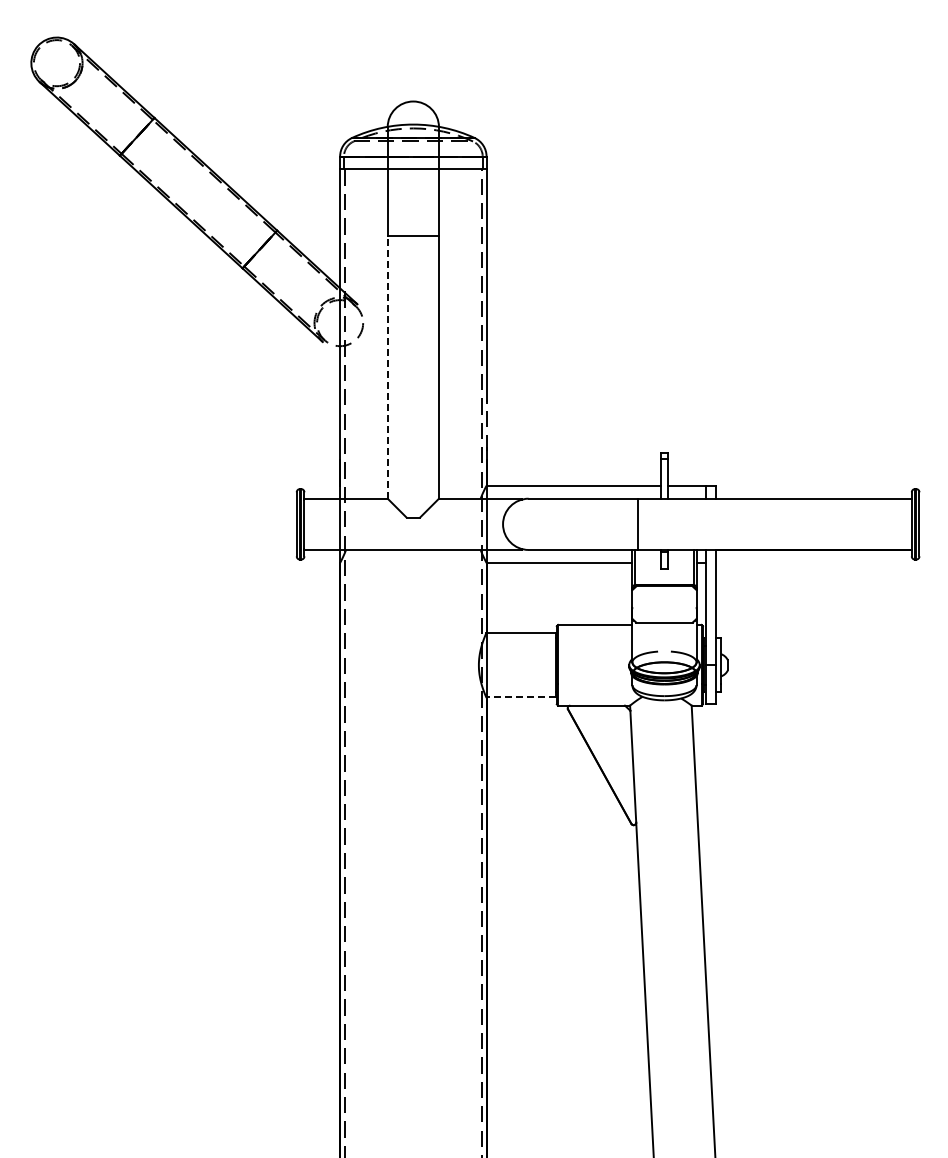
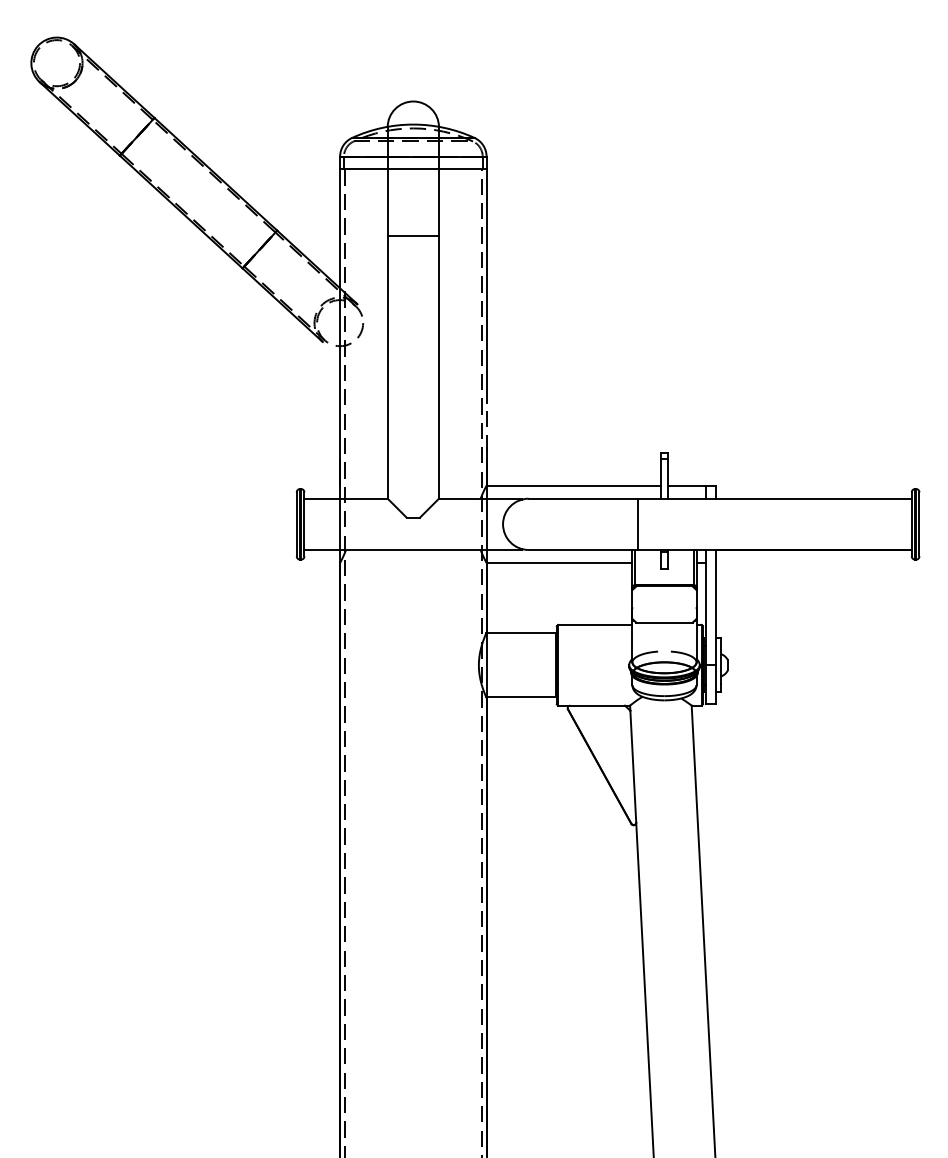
line at (387, 366): dashed -> solid
line at (520, 697): dashed -> solid
